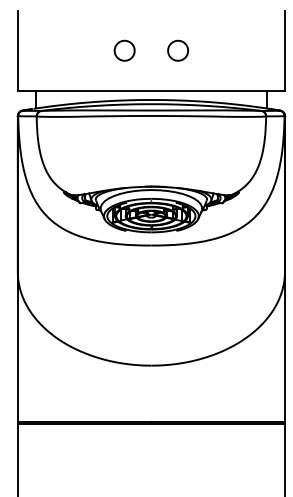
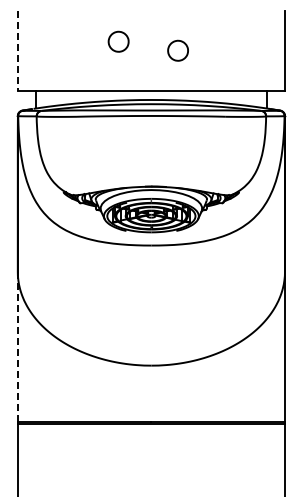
part at (124, 50) position: (124, 50) -> (118, 41)
line at (17, 51): solid -> dashed
line at (17, 347): solid -> dashed
